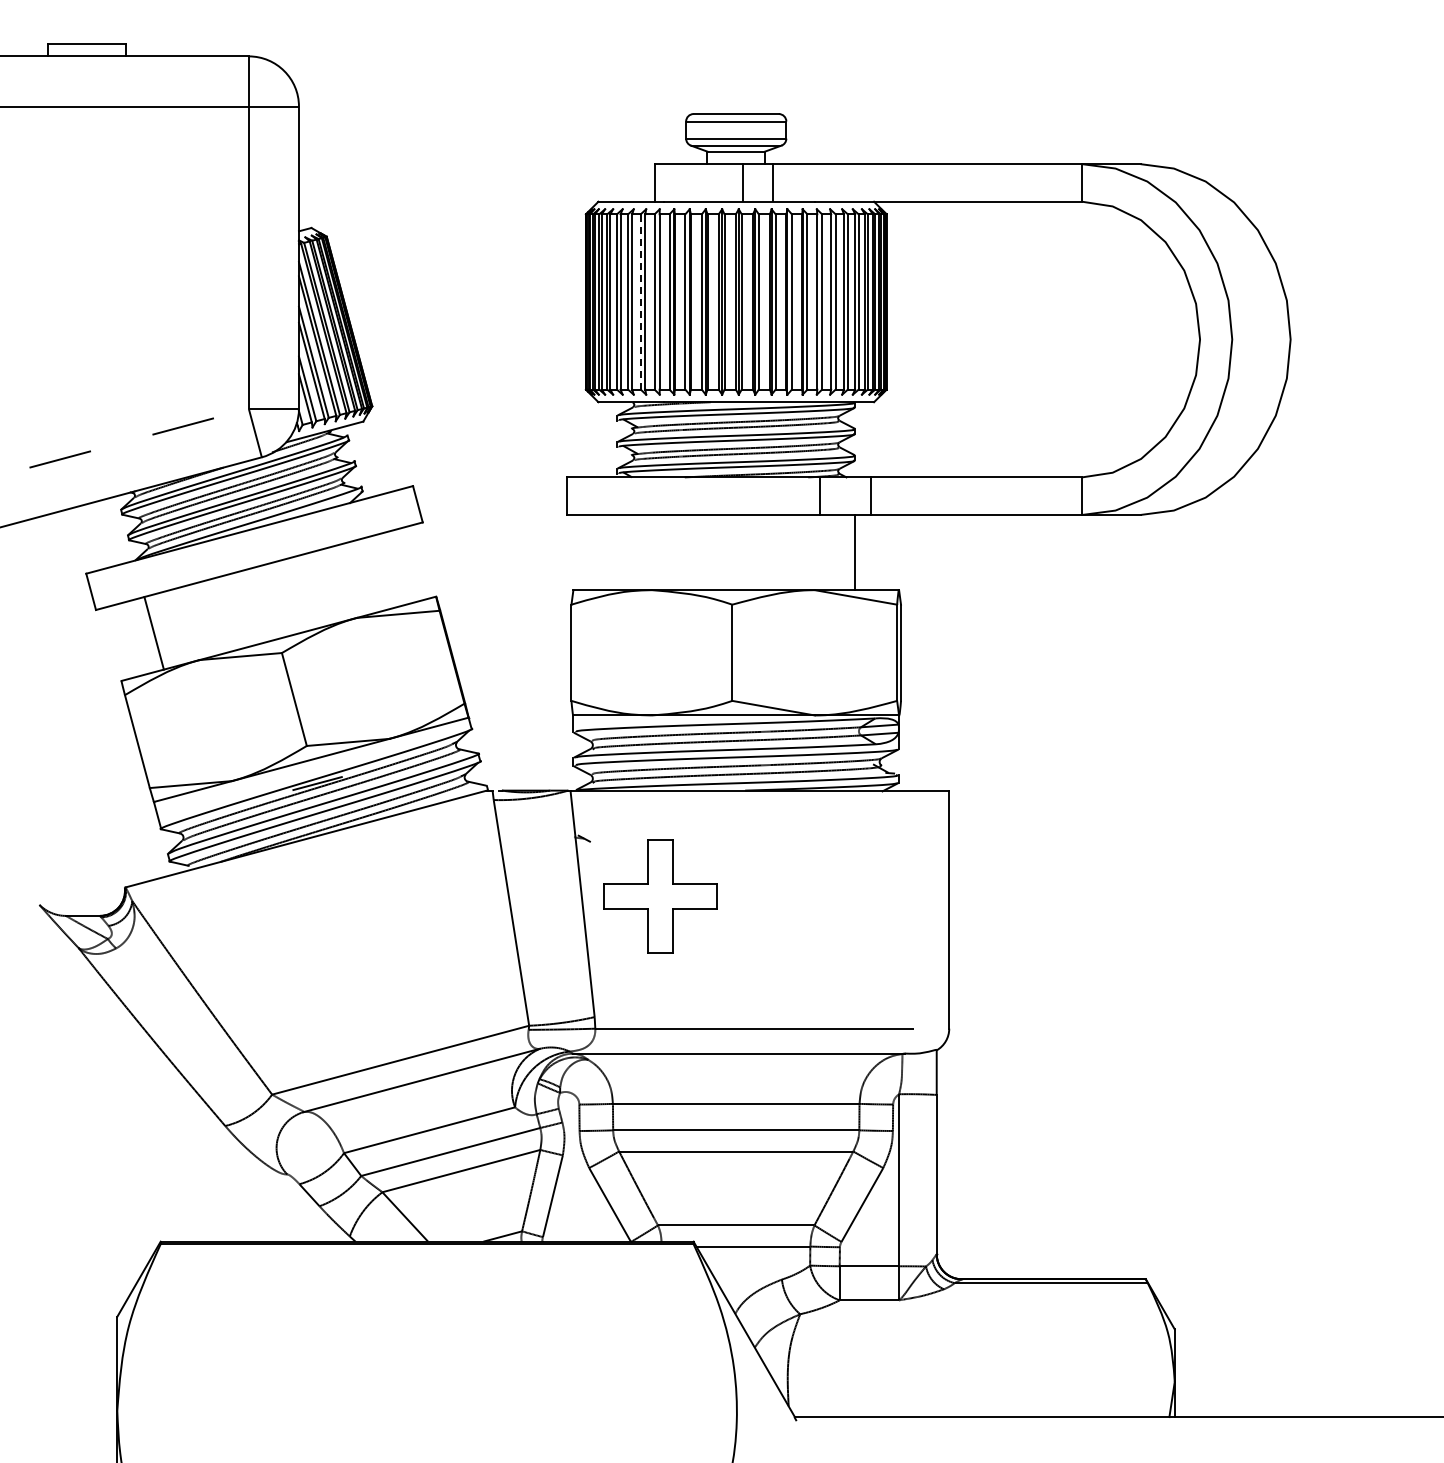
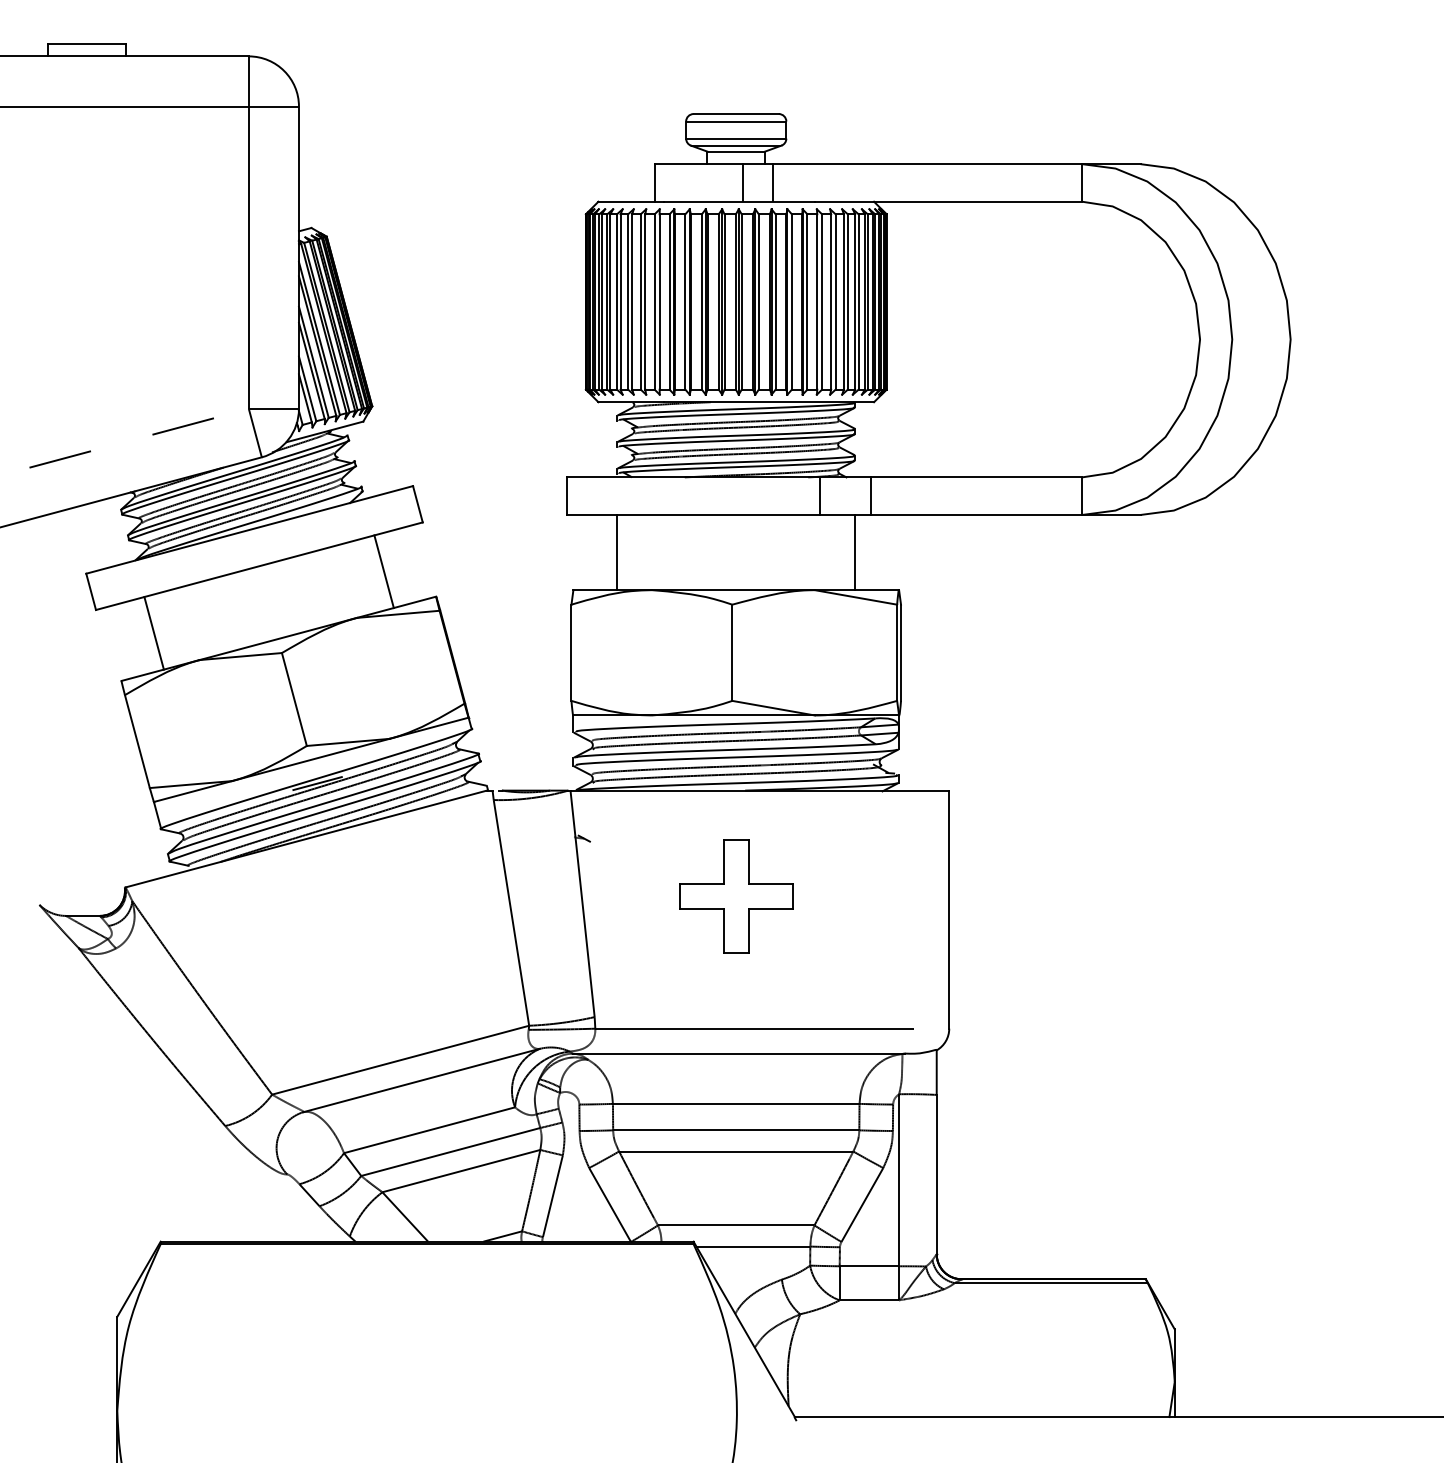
line at (640, 301): dashed -> solid
line at (617, 552): none -> present
line at (383, 571): none -> present
part at (660, 896) position: (660, 896) -> (736, 896)
